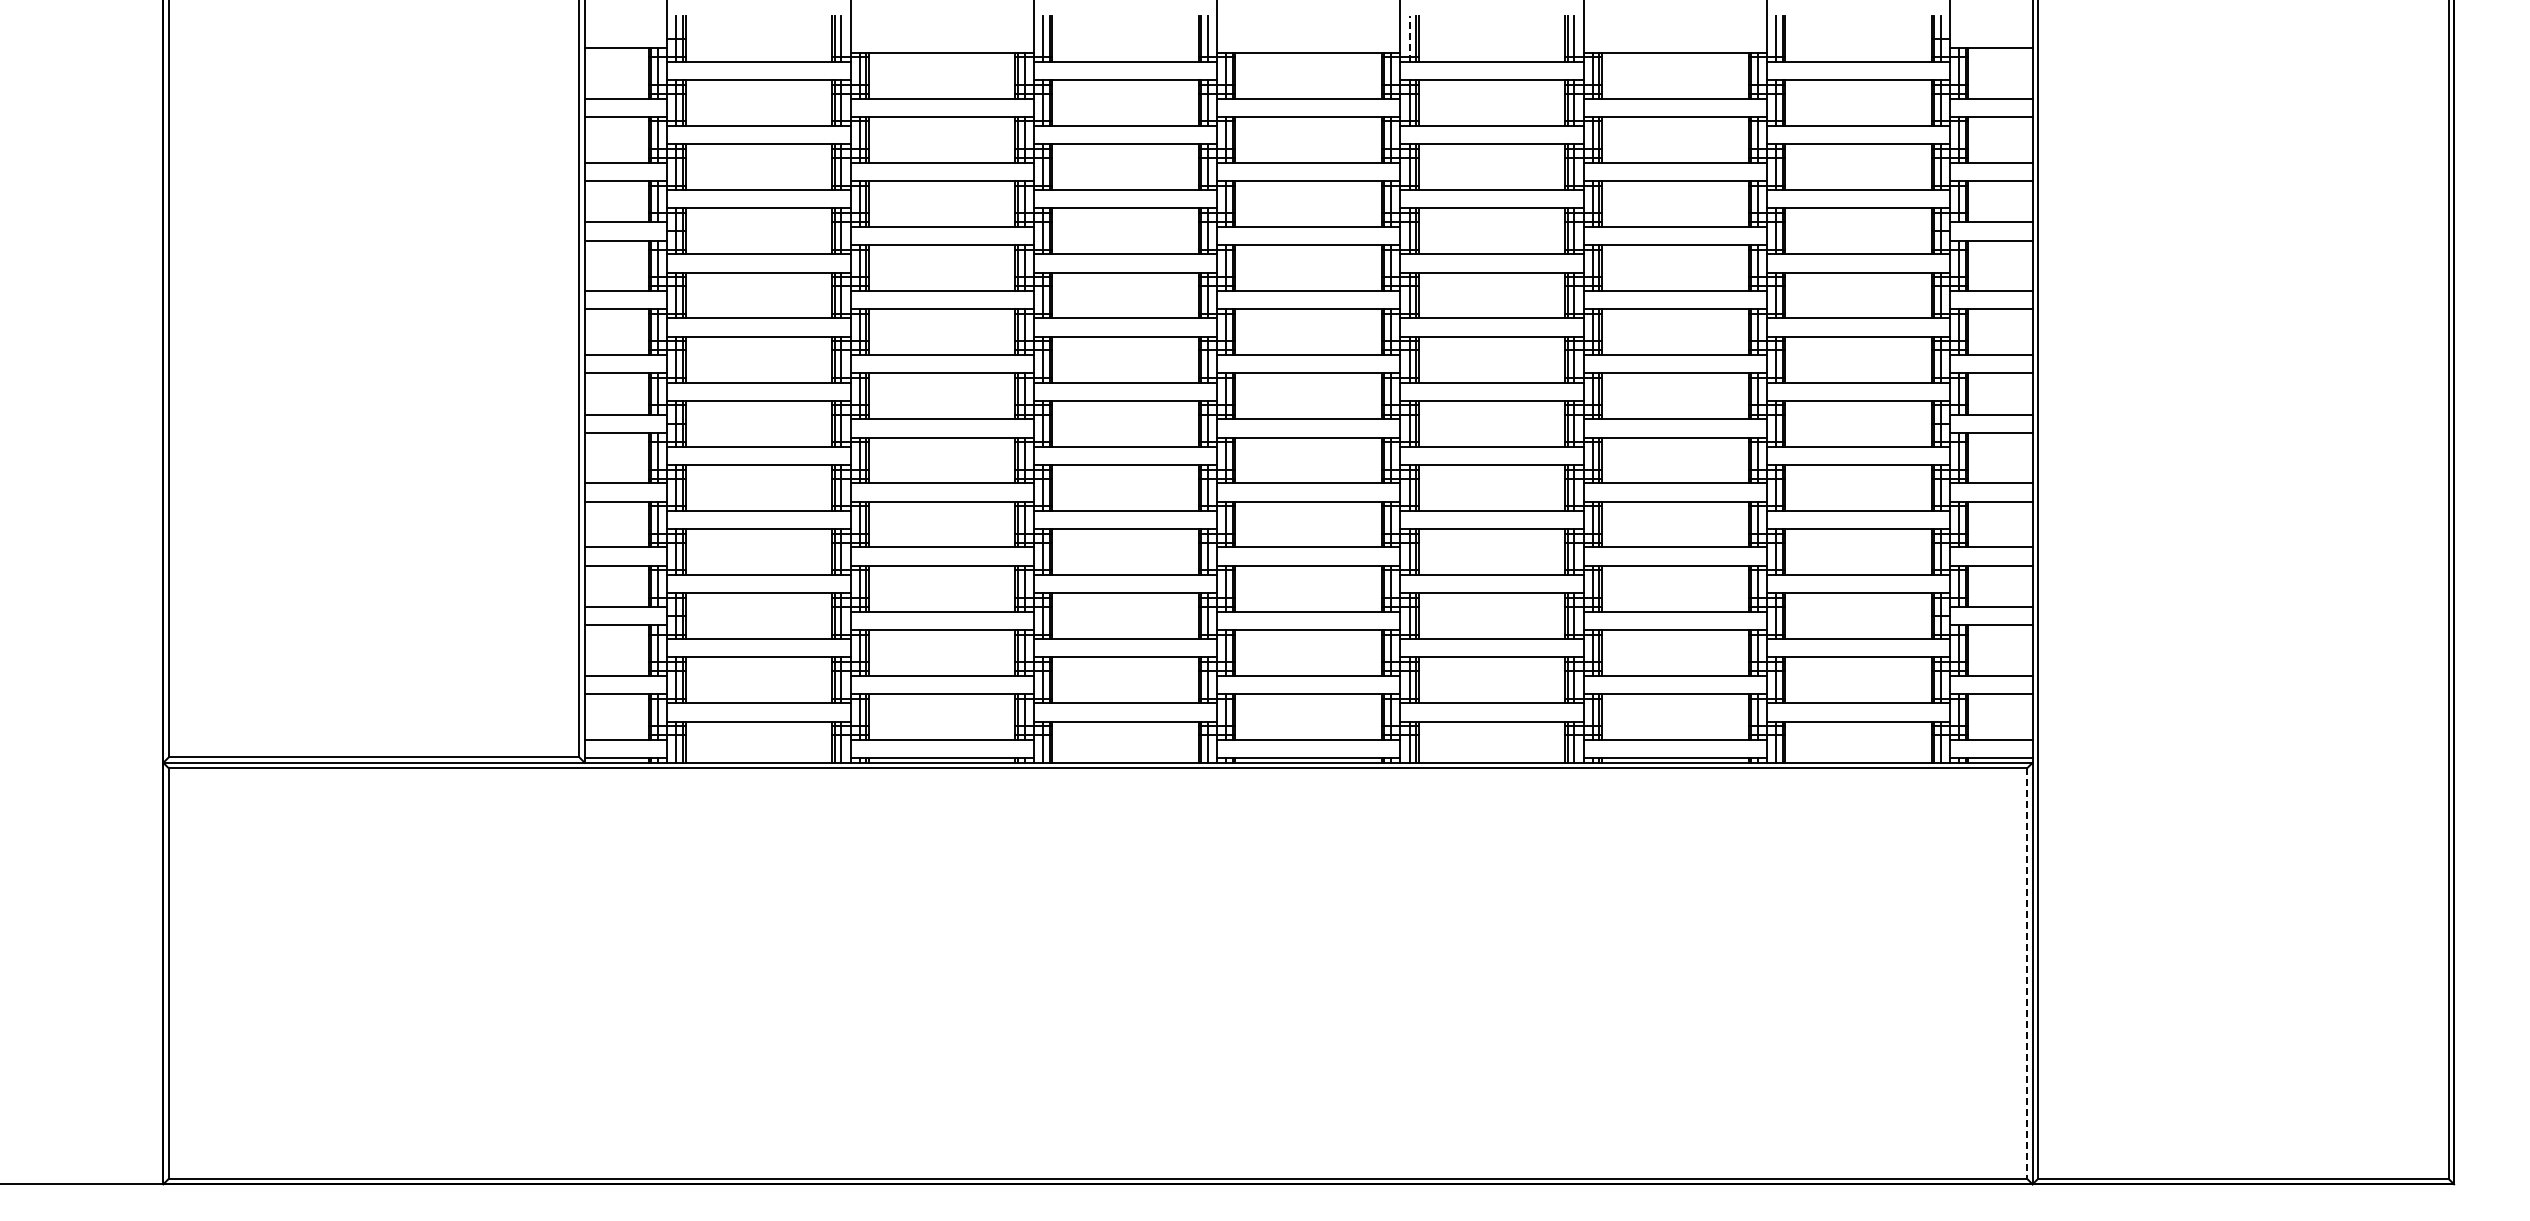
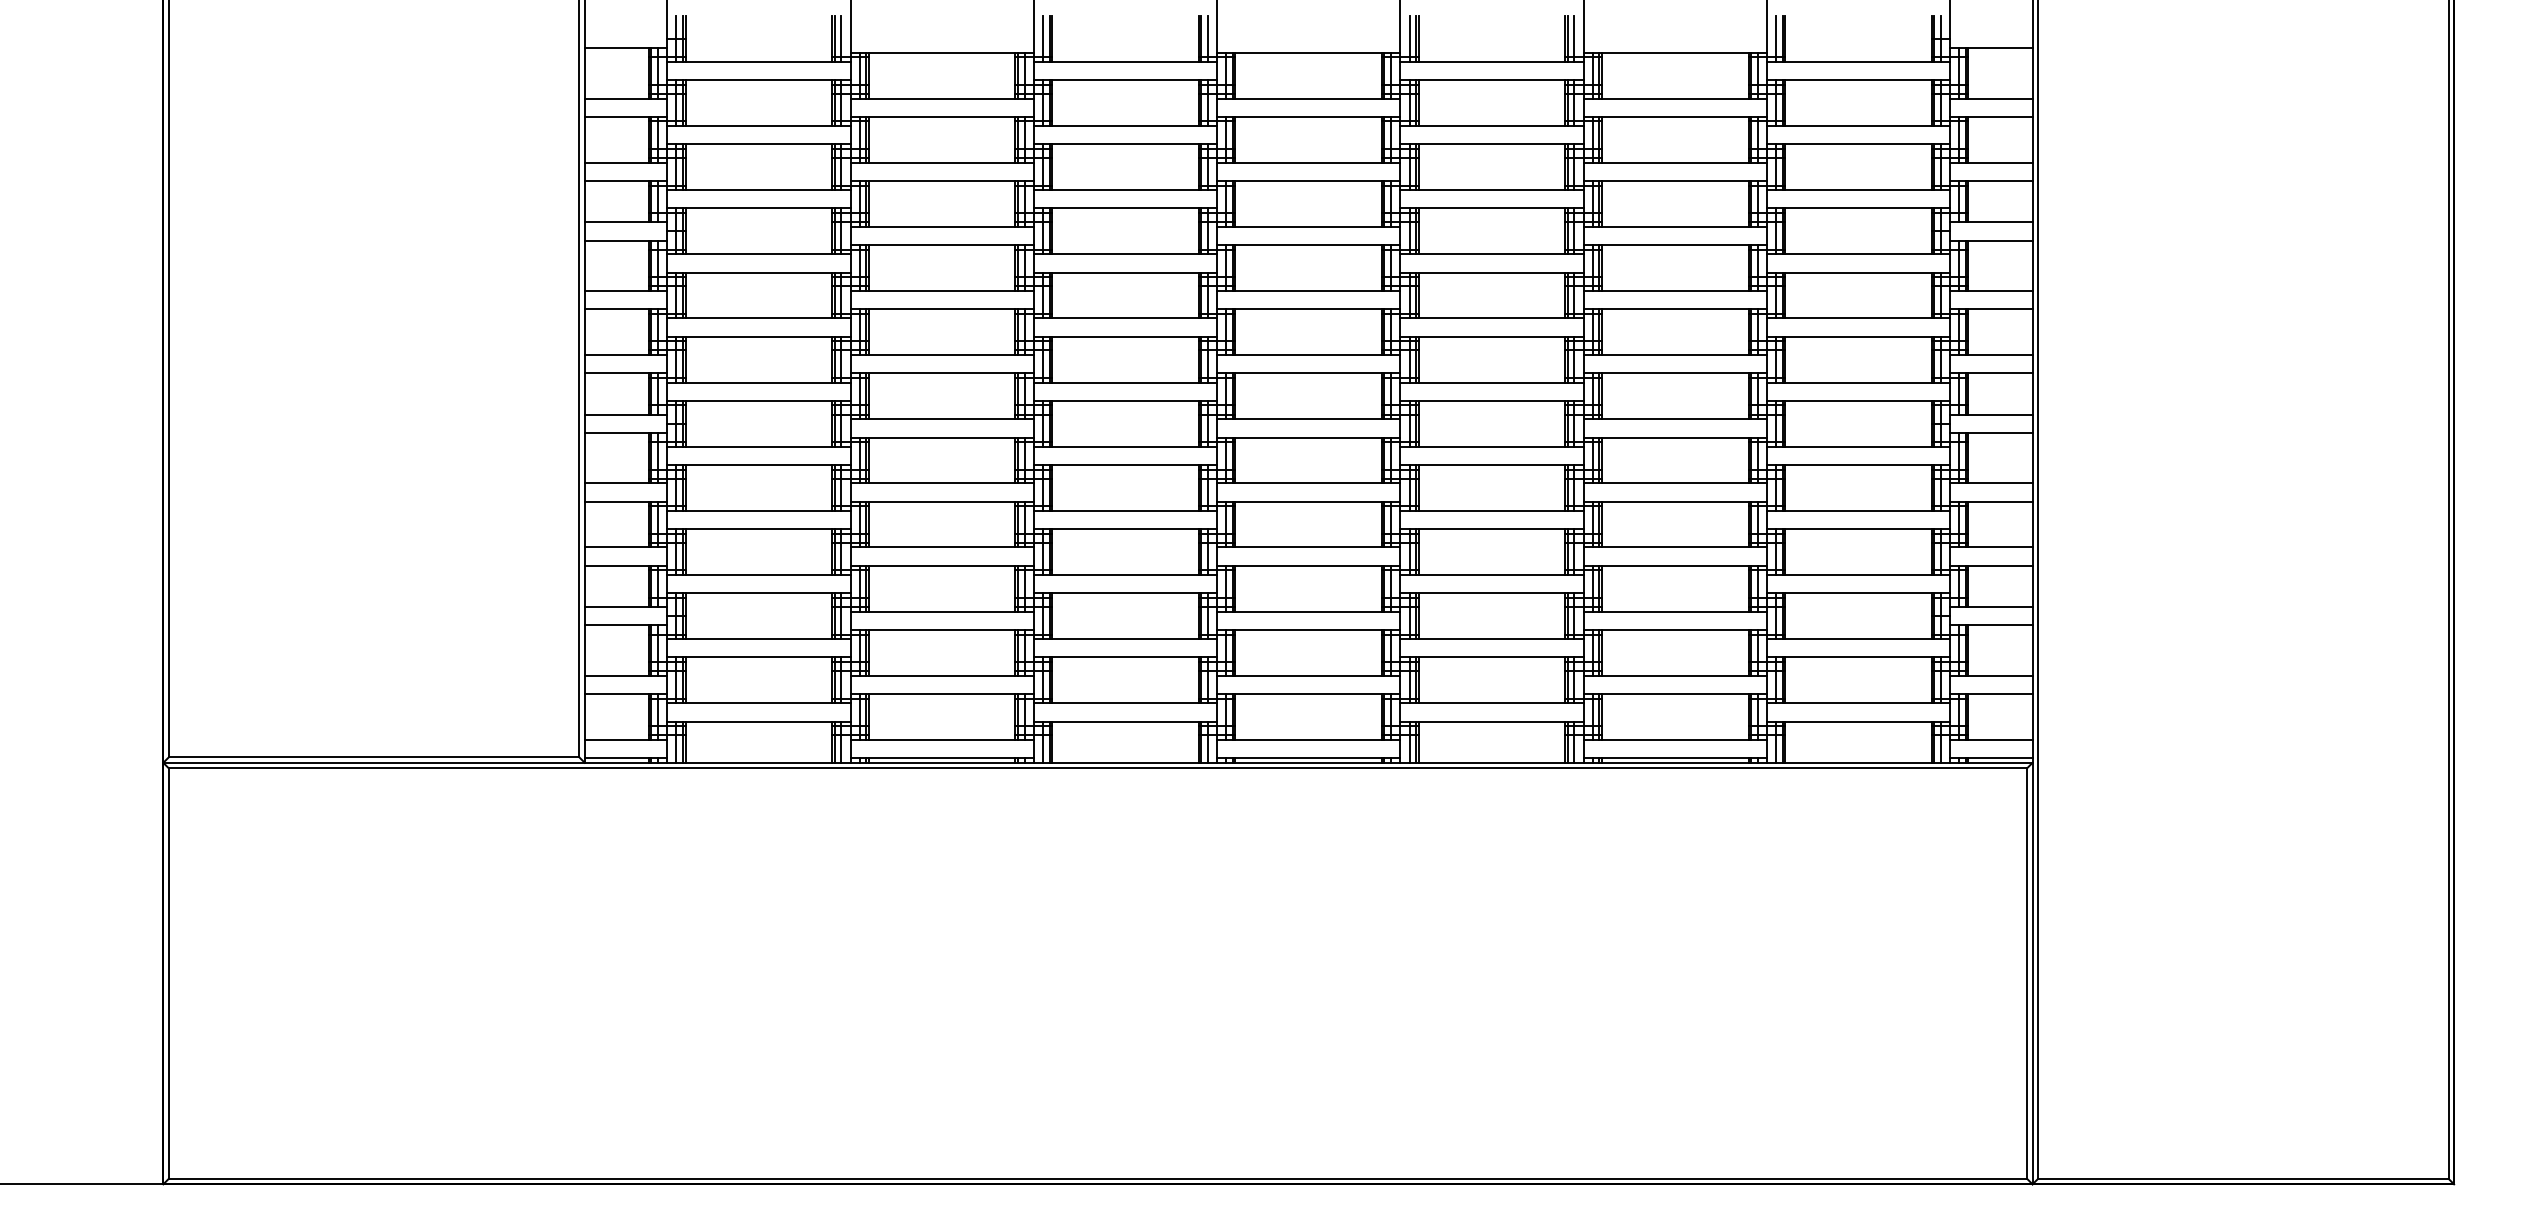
line at (1409, 38): dashed -> solid
line at (2027, 974): dashed -> solid
